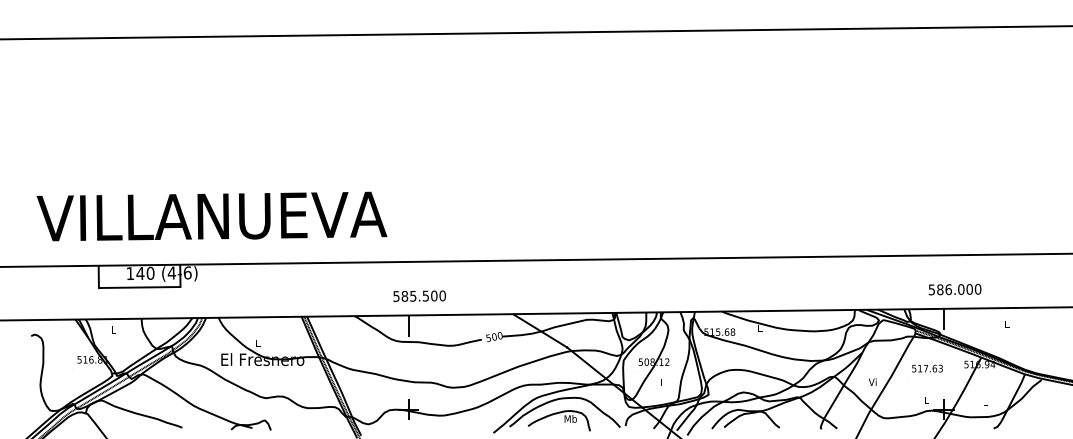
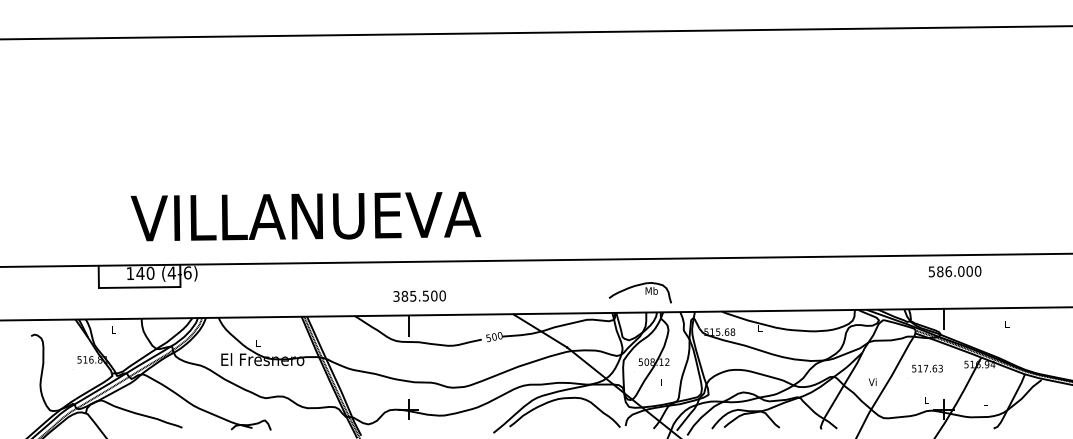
text at (211, 216) position: (211, 216) -> (305, 216)
text at (954, 289) position: (954, 289) -> (954, 271)
text at (396, 296): 585.500 -> 385.500
part at (558, 420) position: (558, 420) -> (639, 292)
